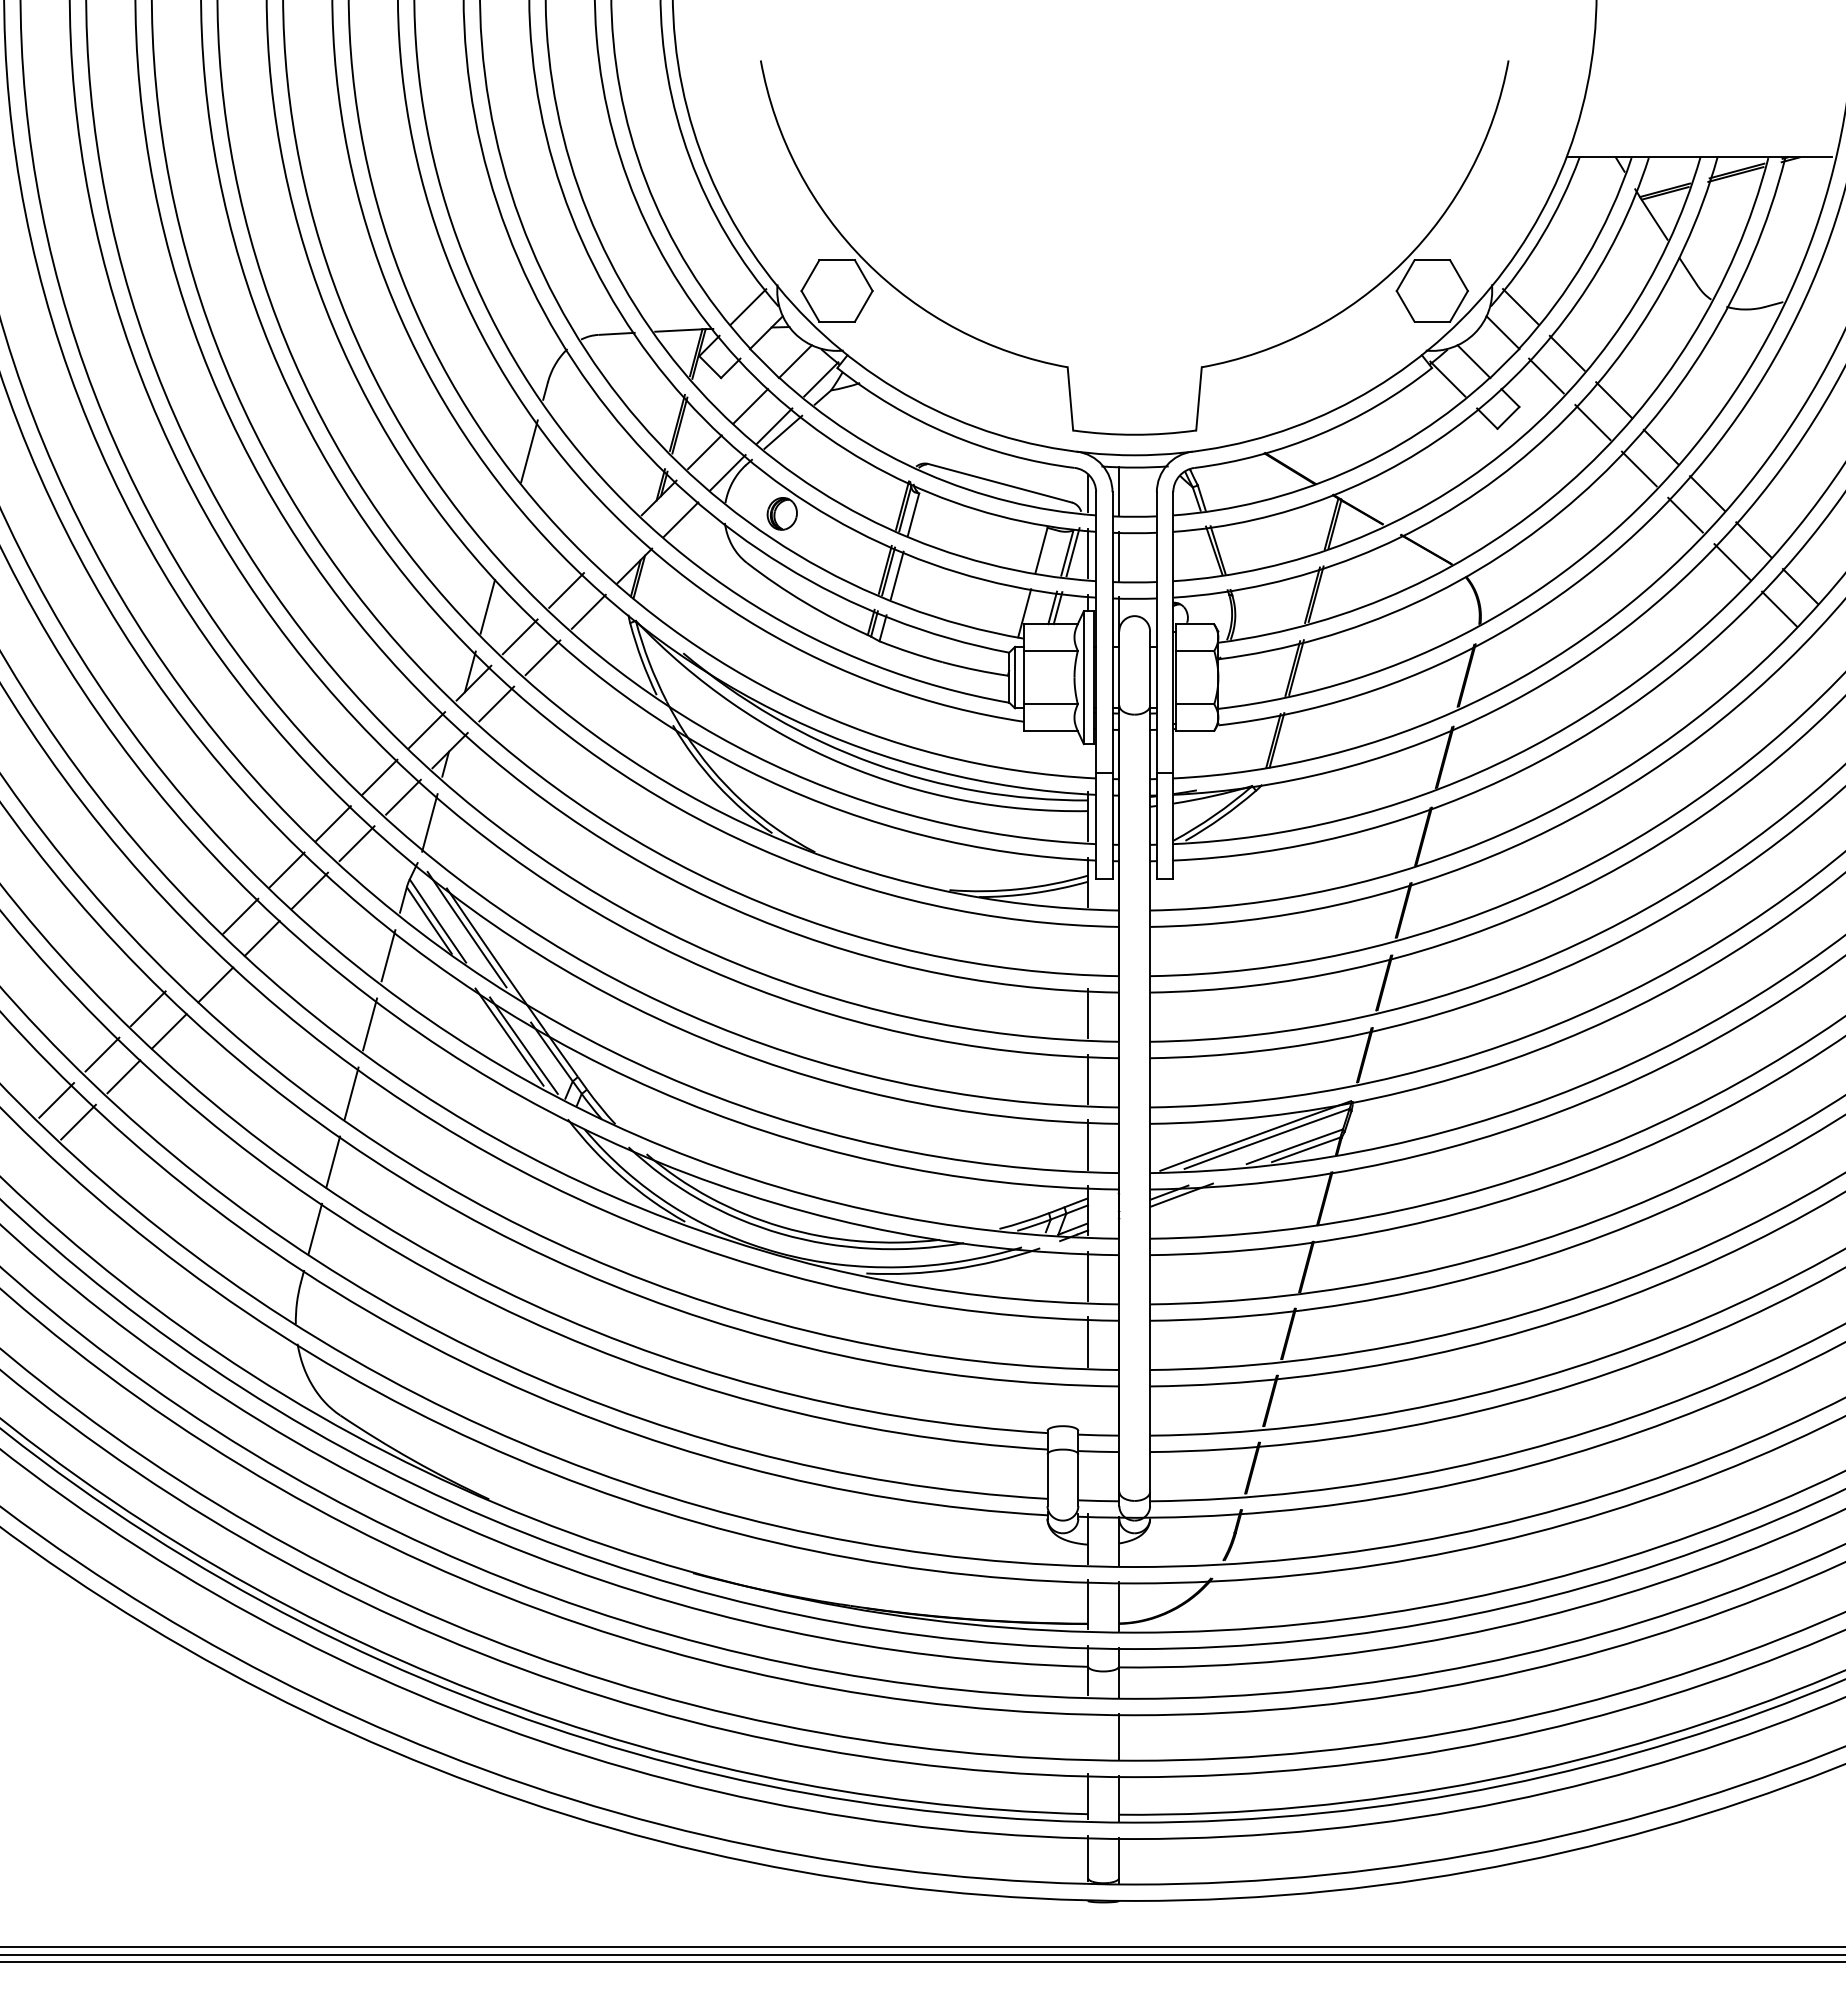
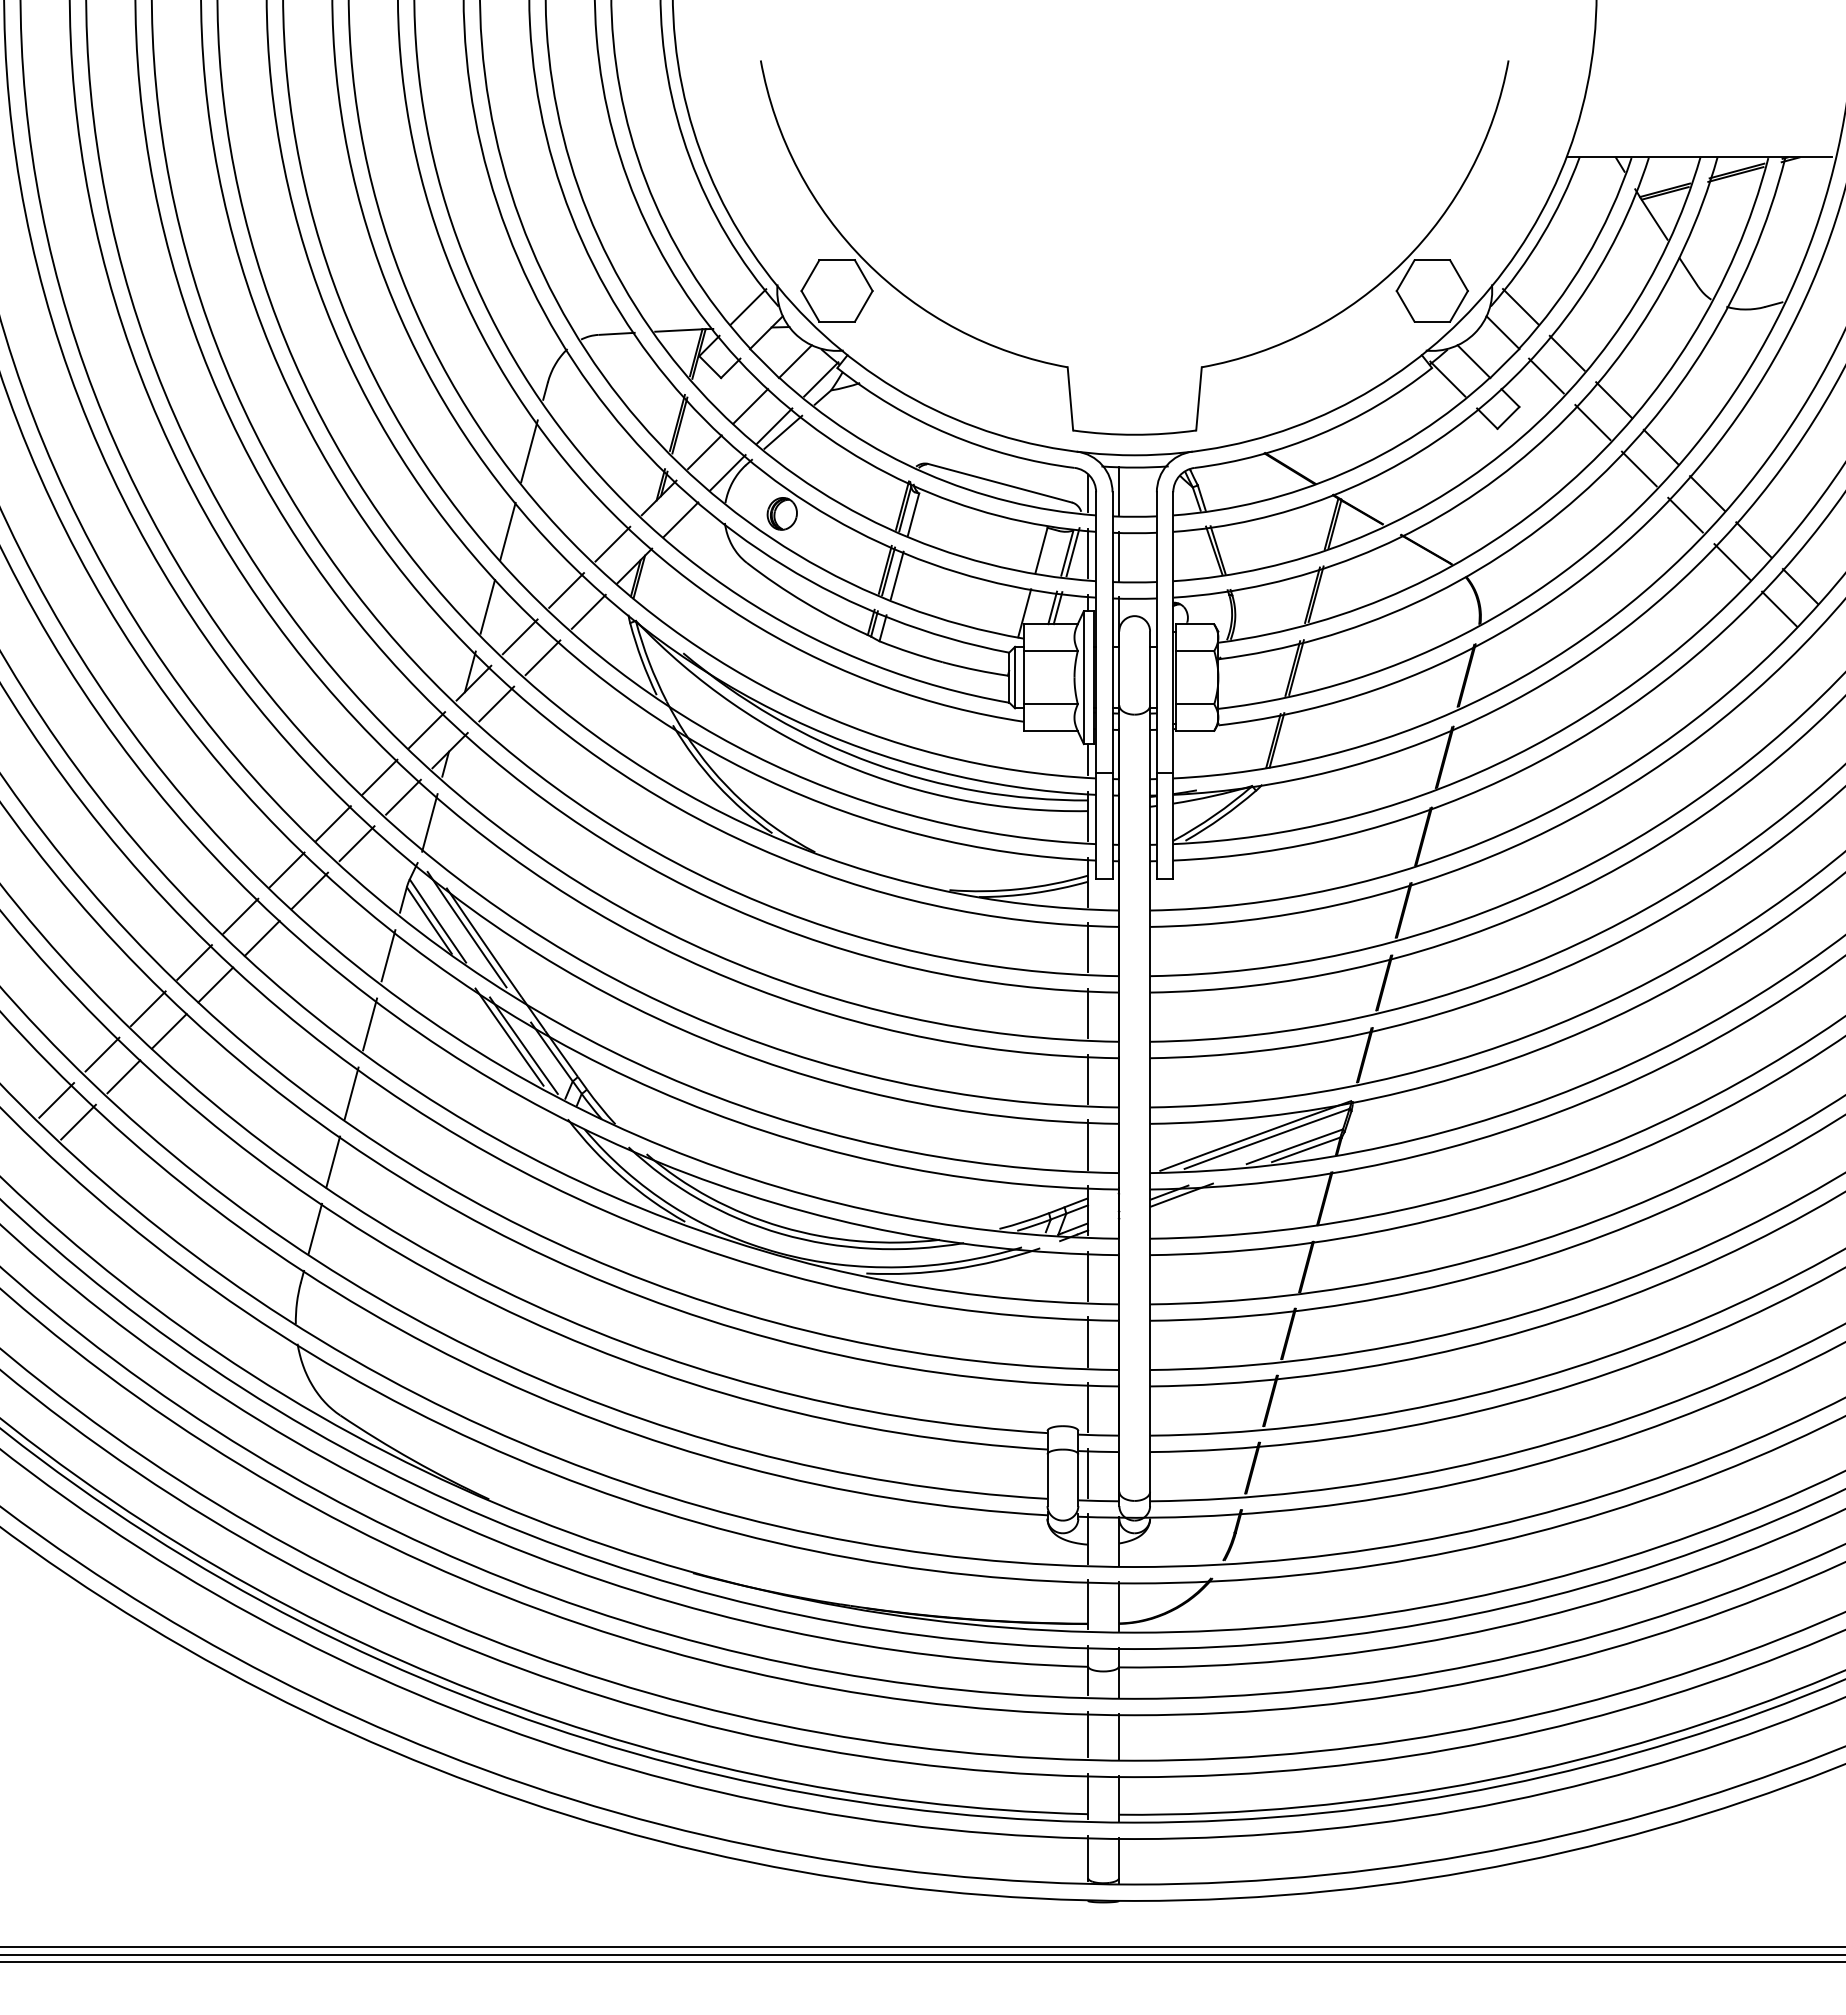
line at (507, 531): none -> present
line at (612, 543): none -> present
line at (1088, 759): none -> present
line at (1088, 947): none -> present
line at (194, 962): none -> present
line at (1088, 1407): none -> present
line at (1088, 1473): none -> present
line at (1088, 1734): none -> present
